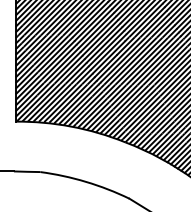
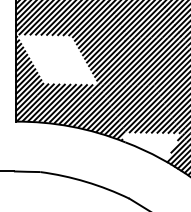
hatch at (58, 59): present -> none
hatch at (150, 146): present -> none
